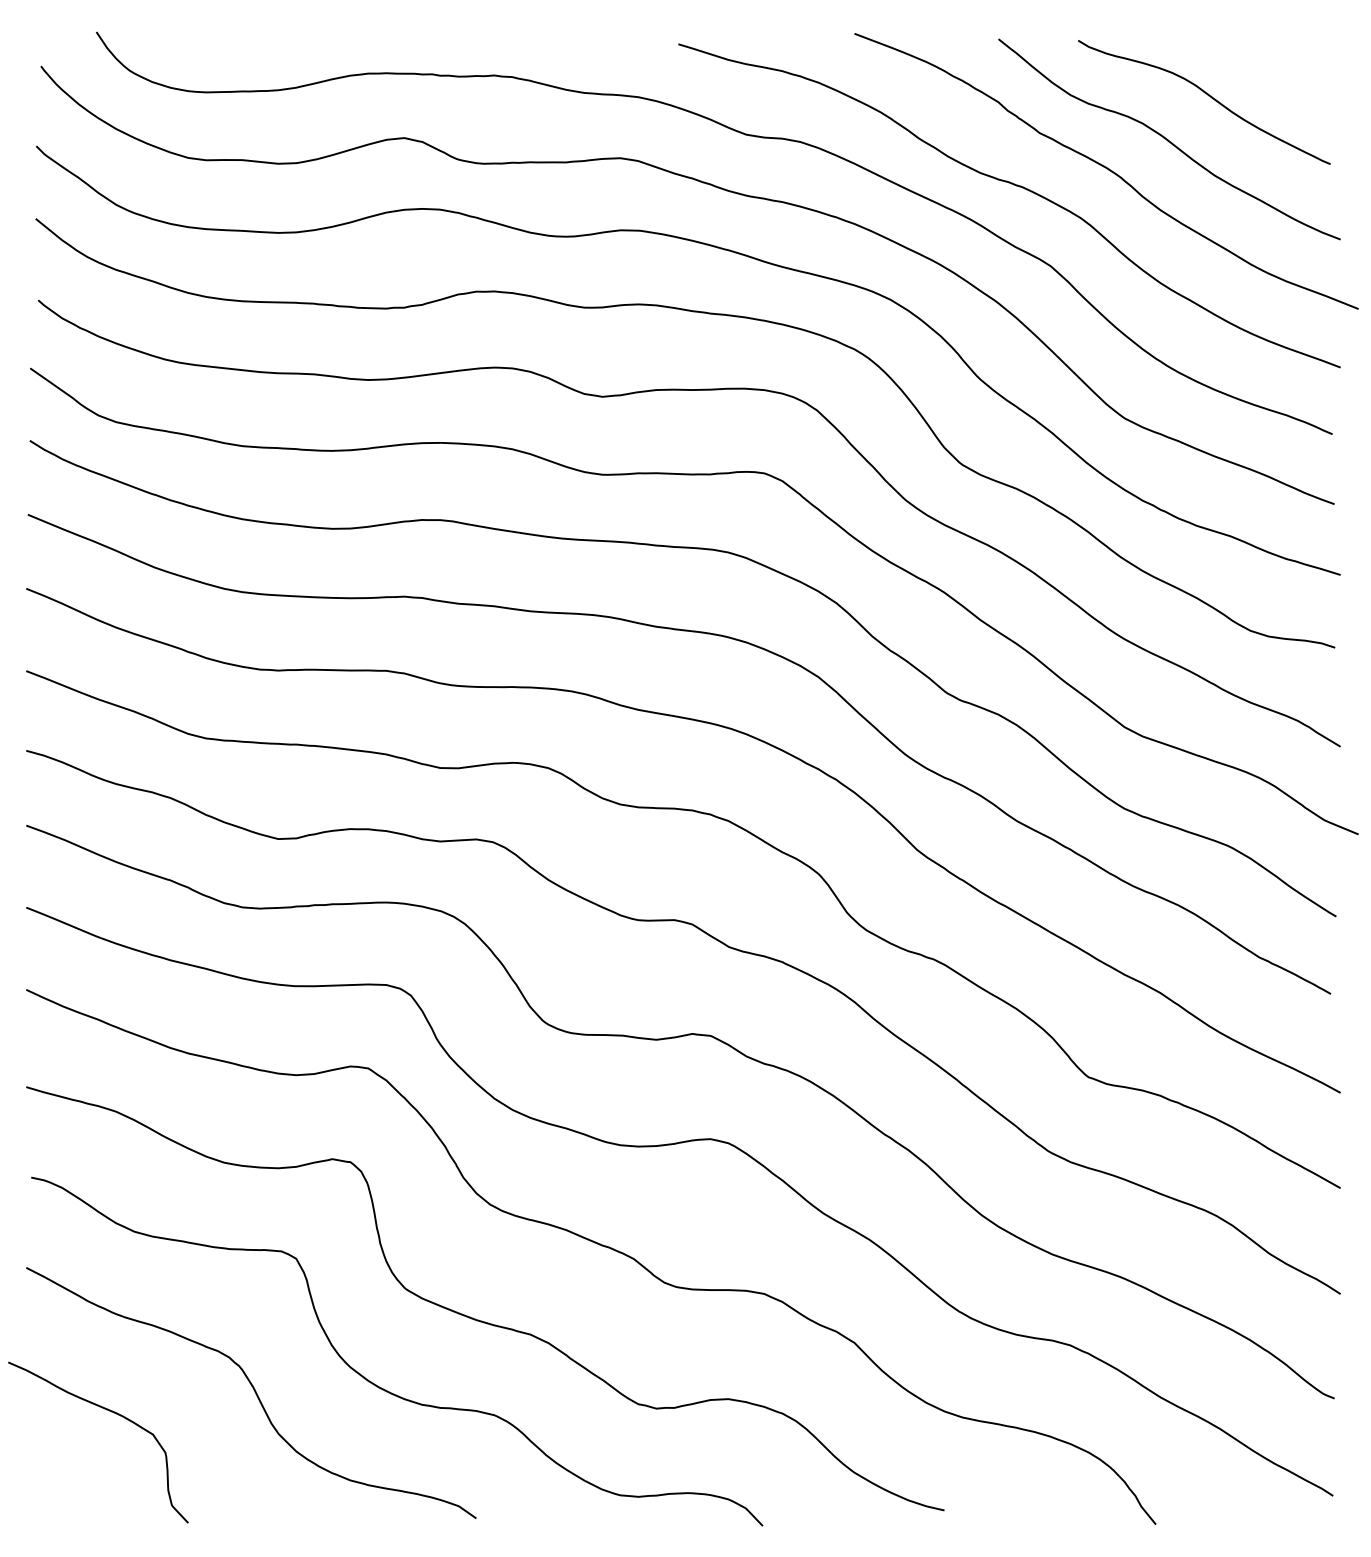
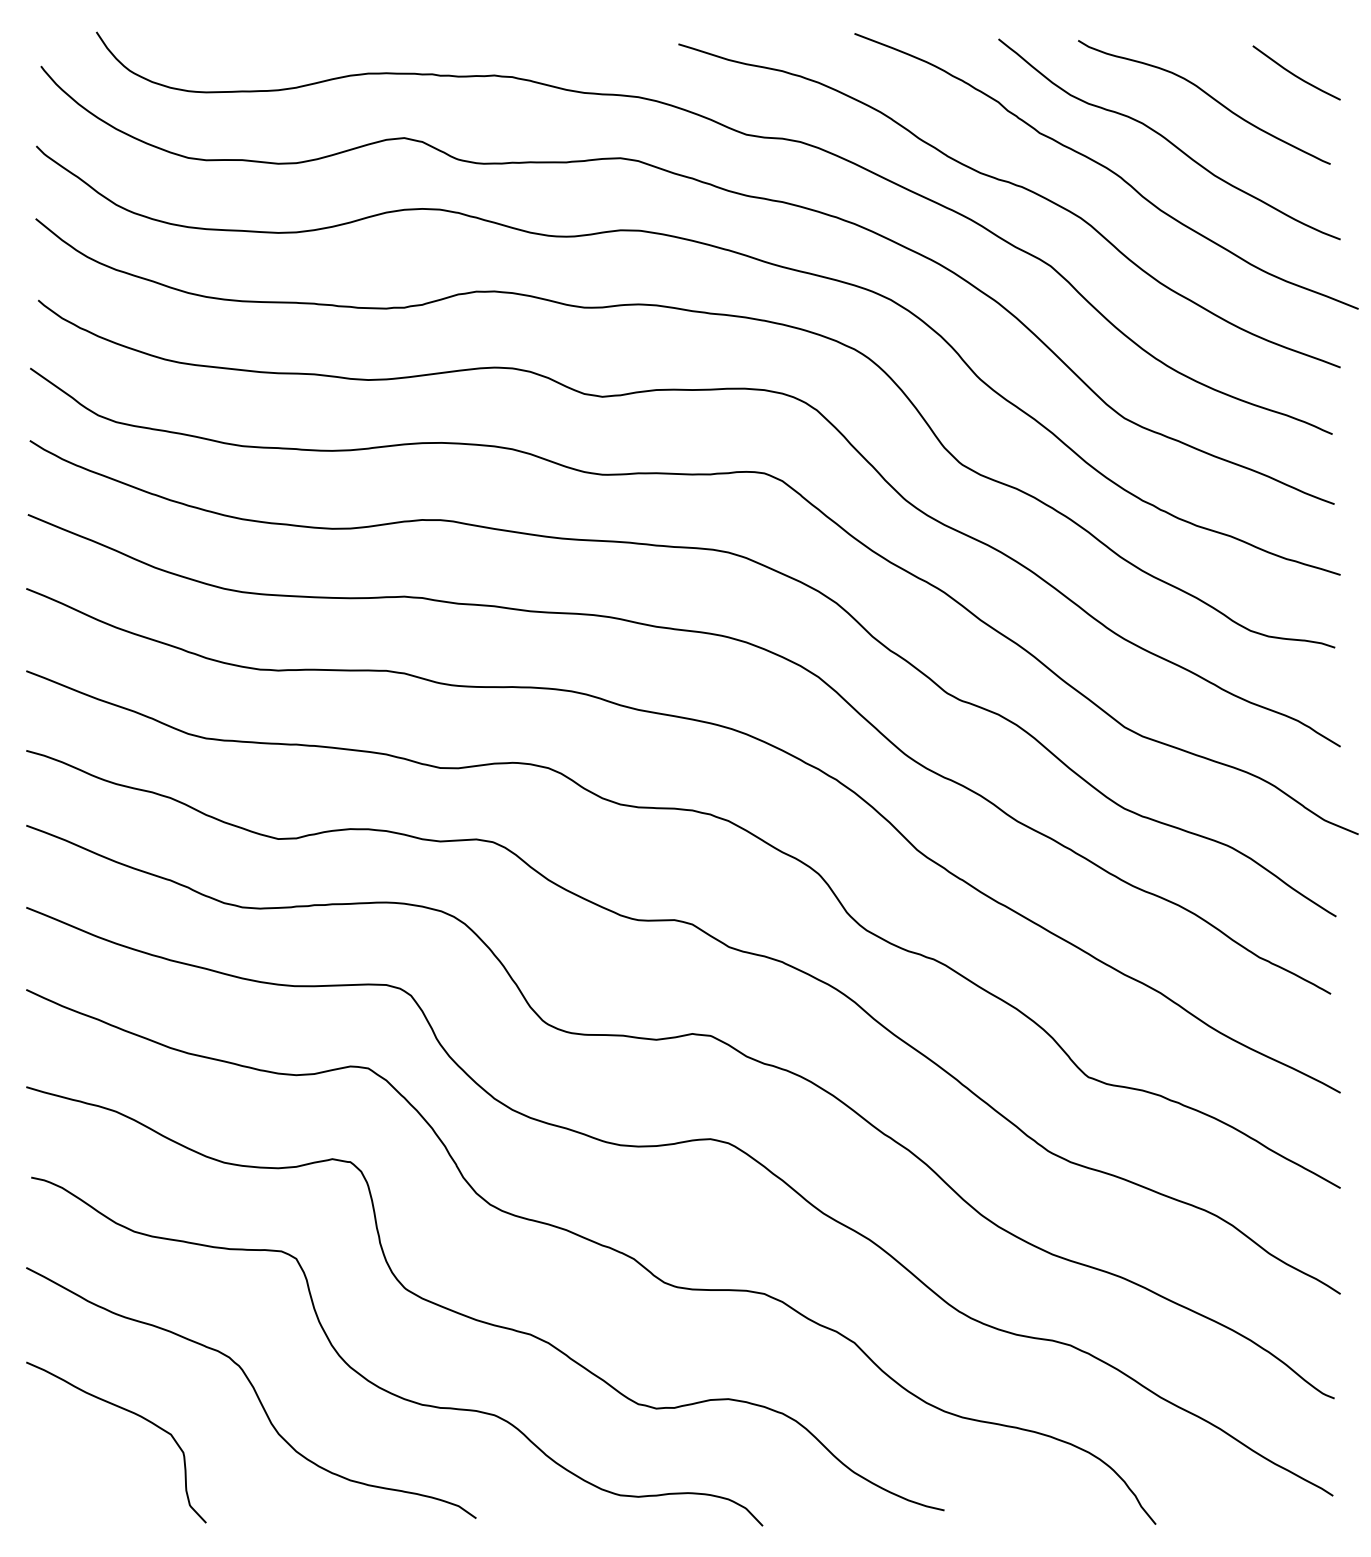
curve at (1295, 74): none -> present
curve at (113, 1413) position: (113, 1413) -> (131, 1413)
